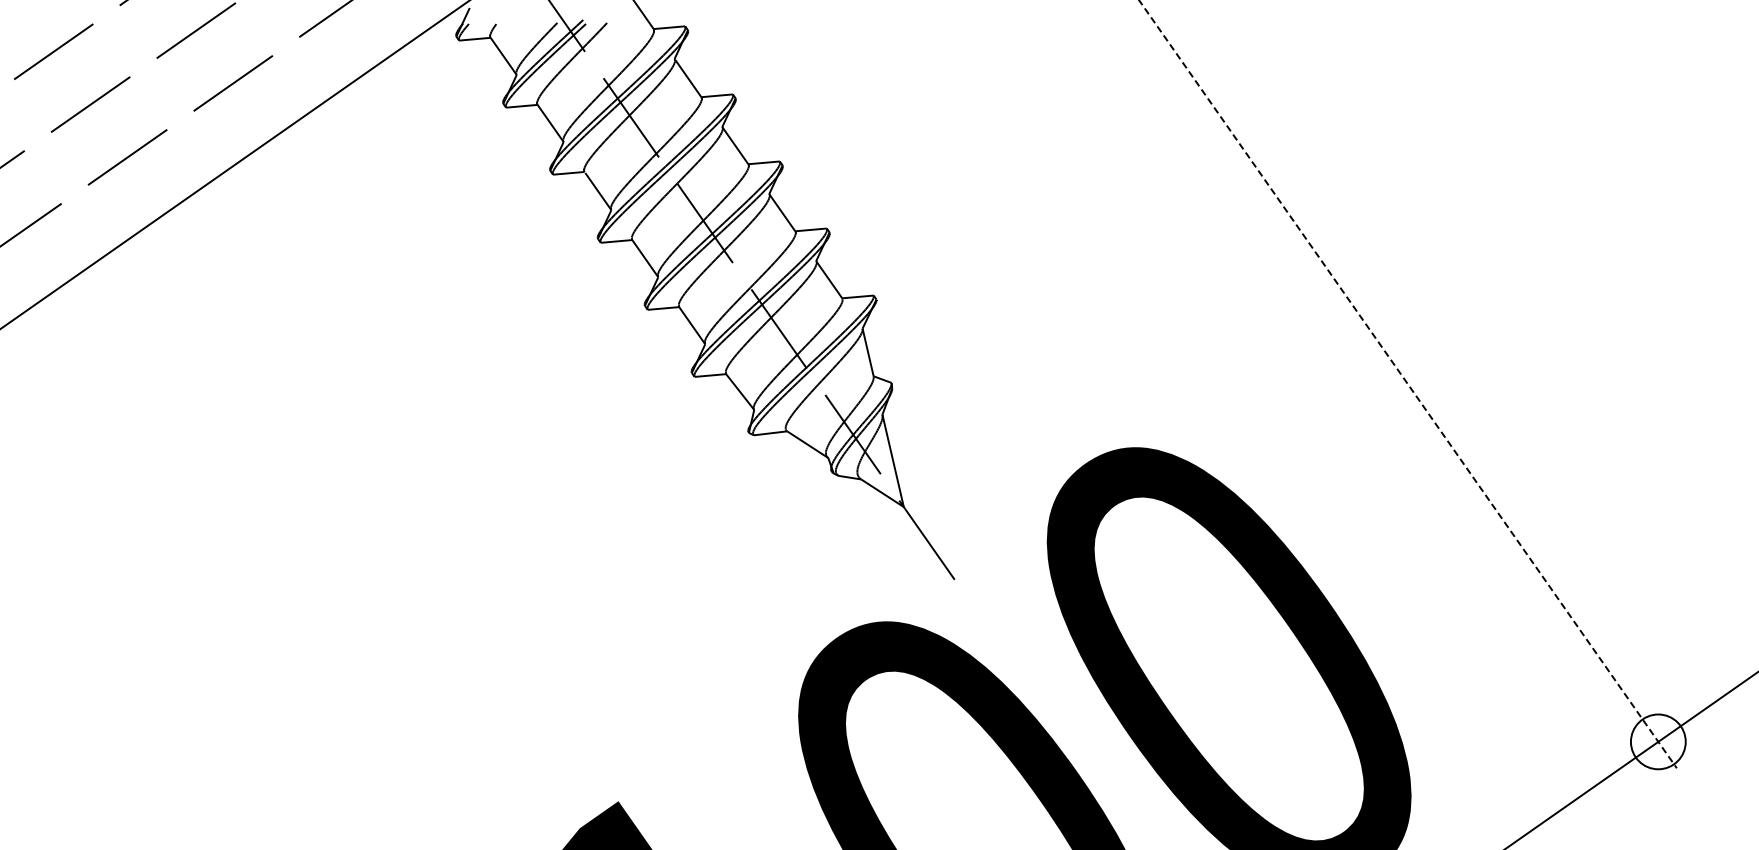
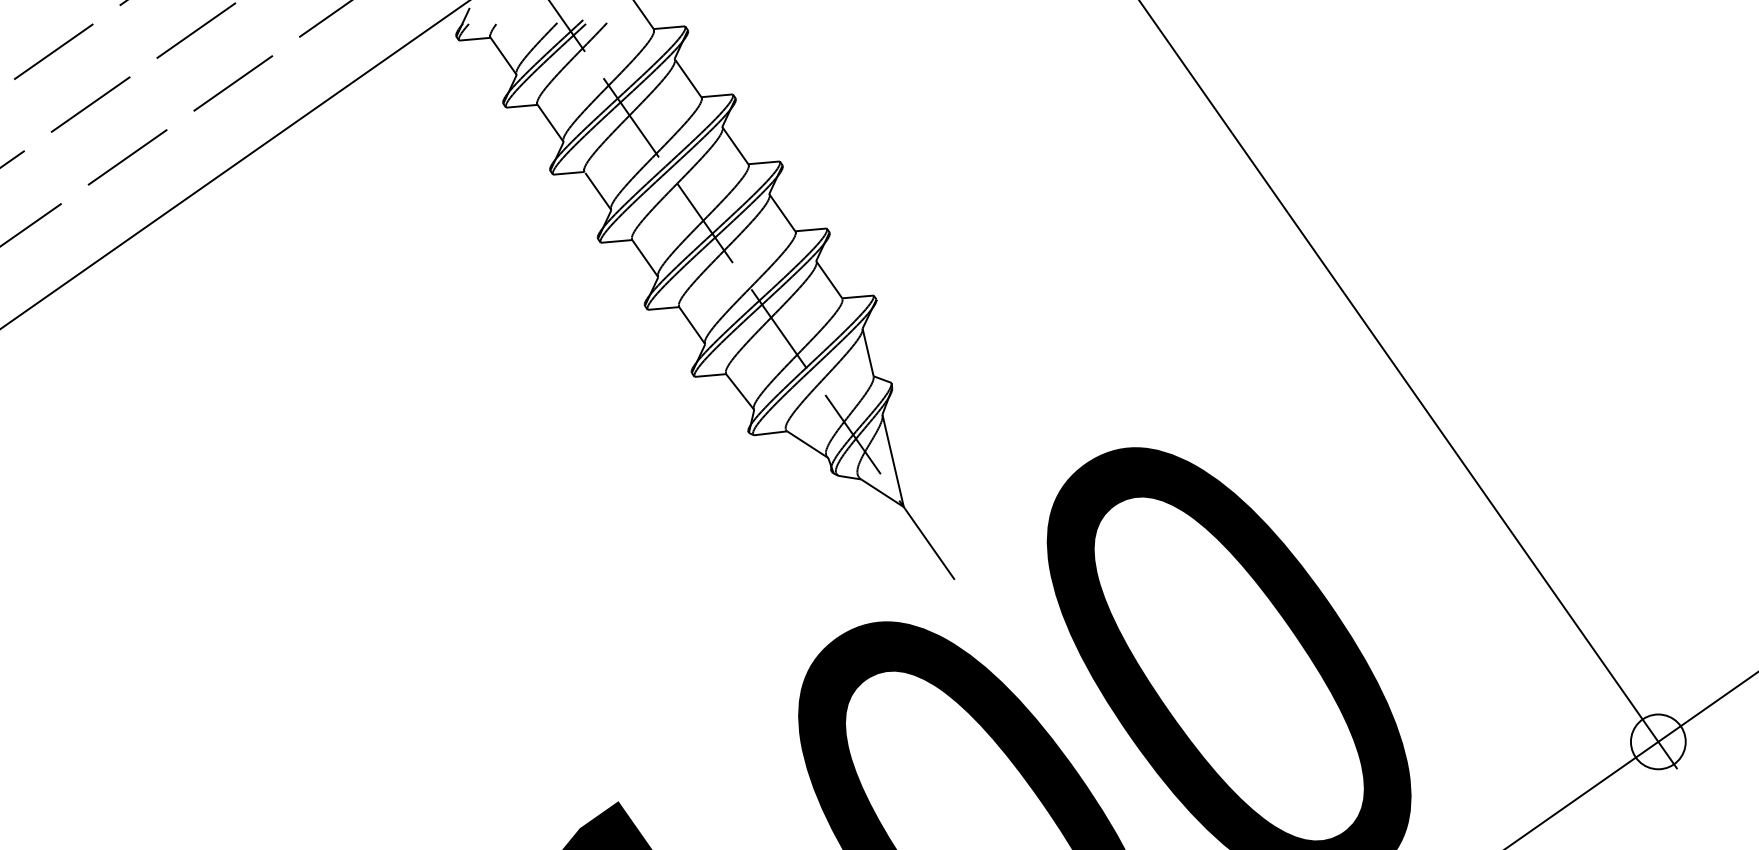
line at (1407, 384): dashed -> solid
